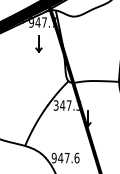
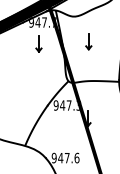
part at (88, 41): none -> present
text at (55, 105): 347.3 -> 947.3
